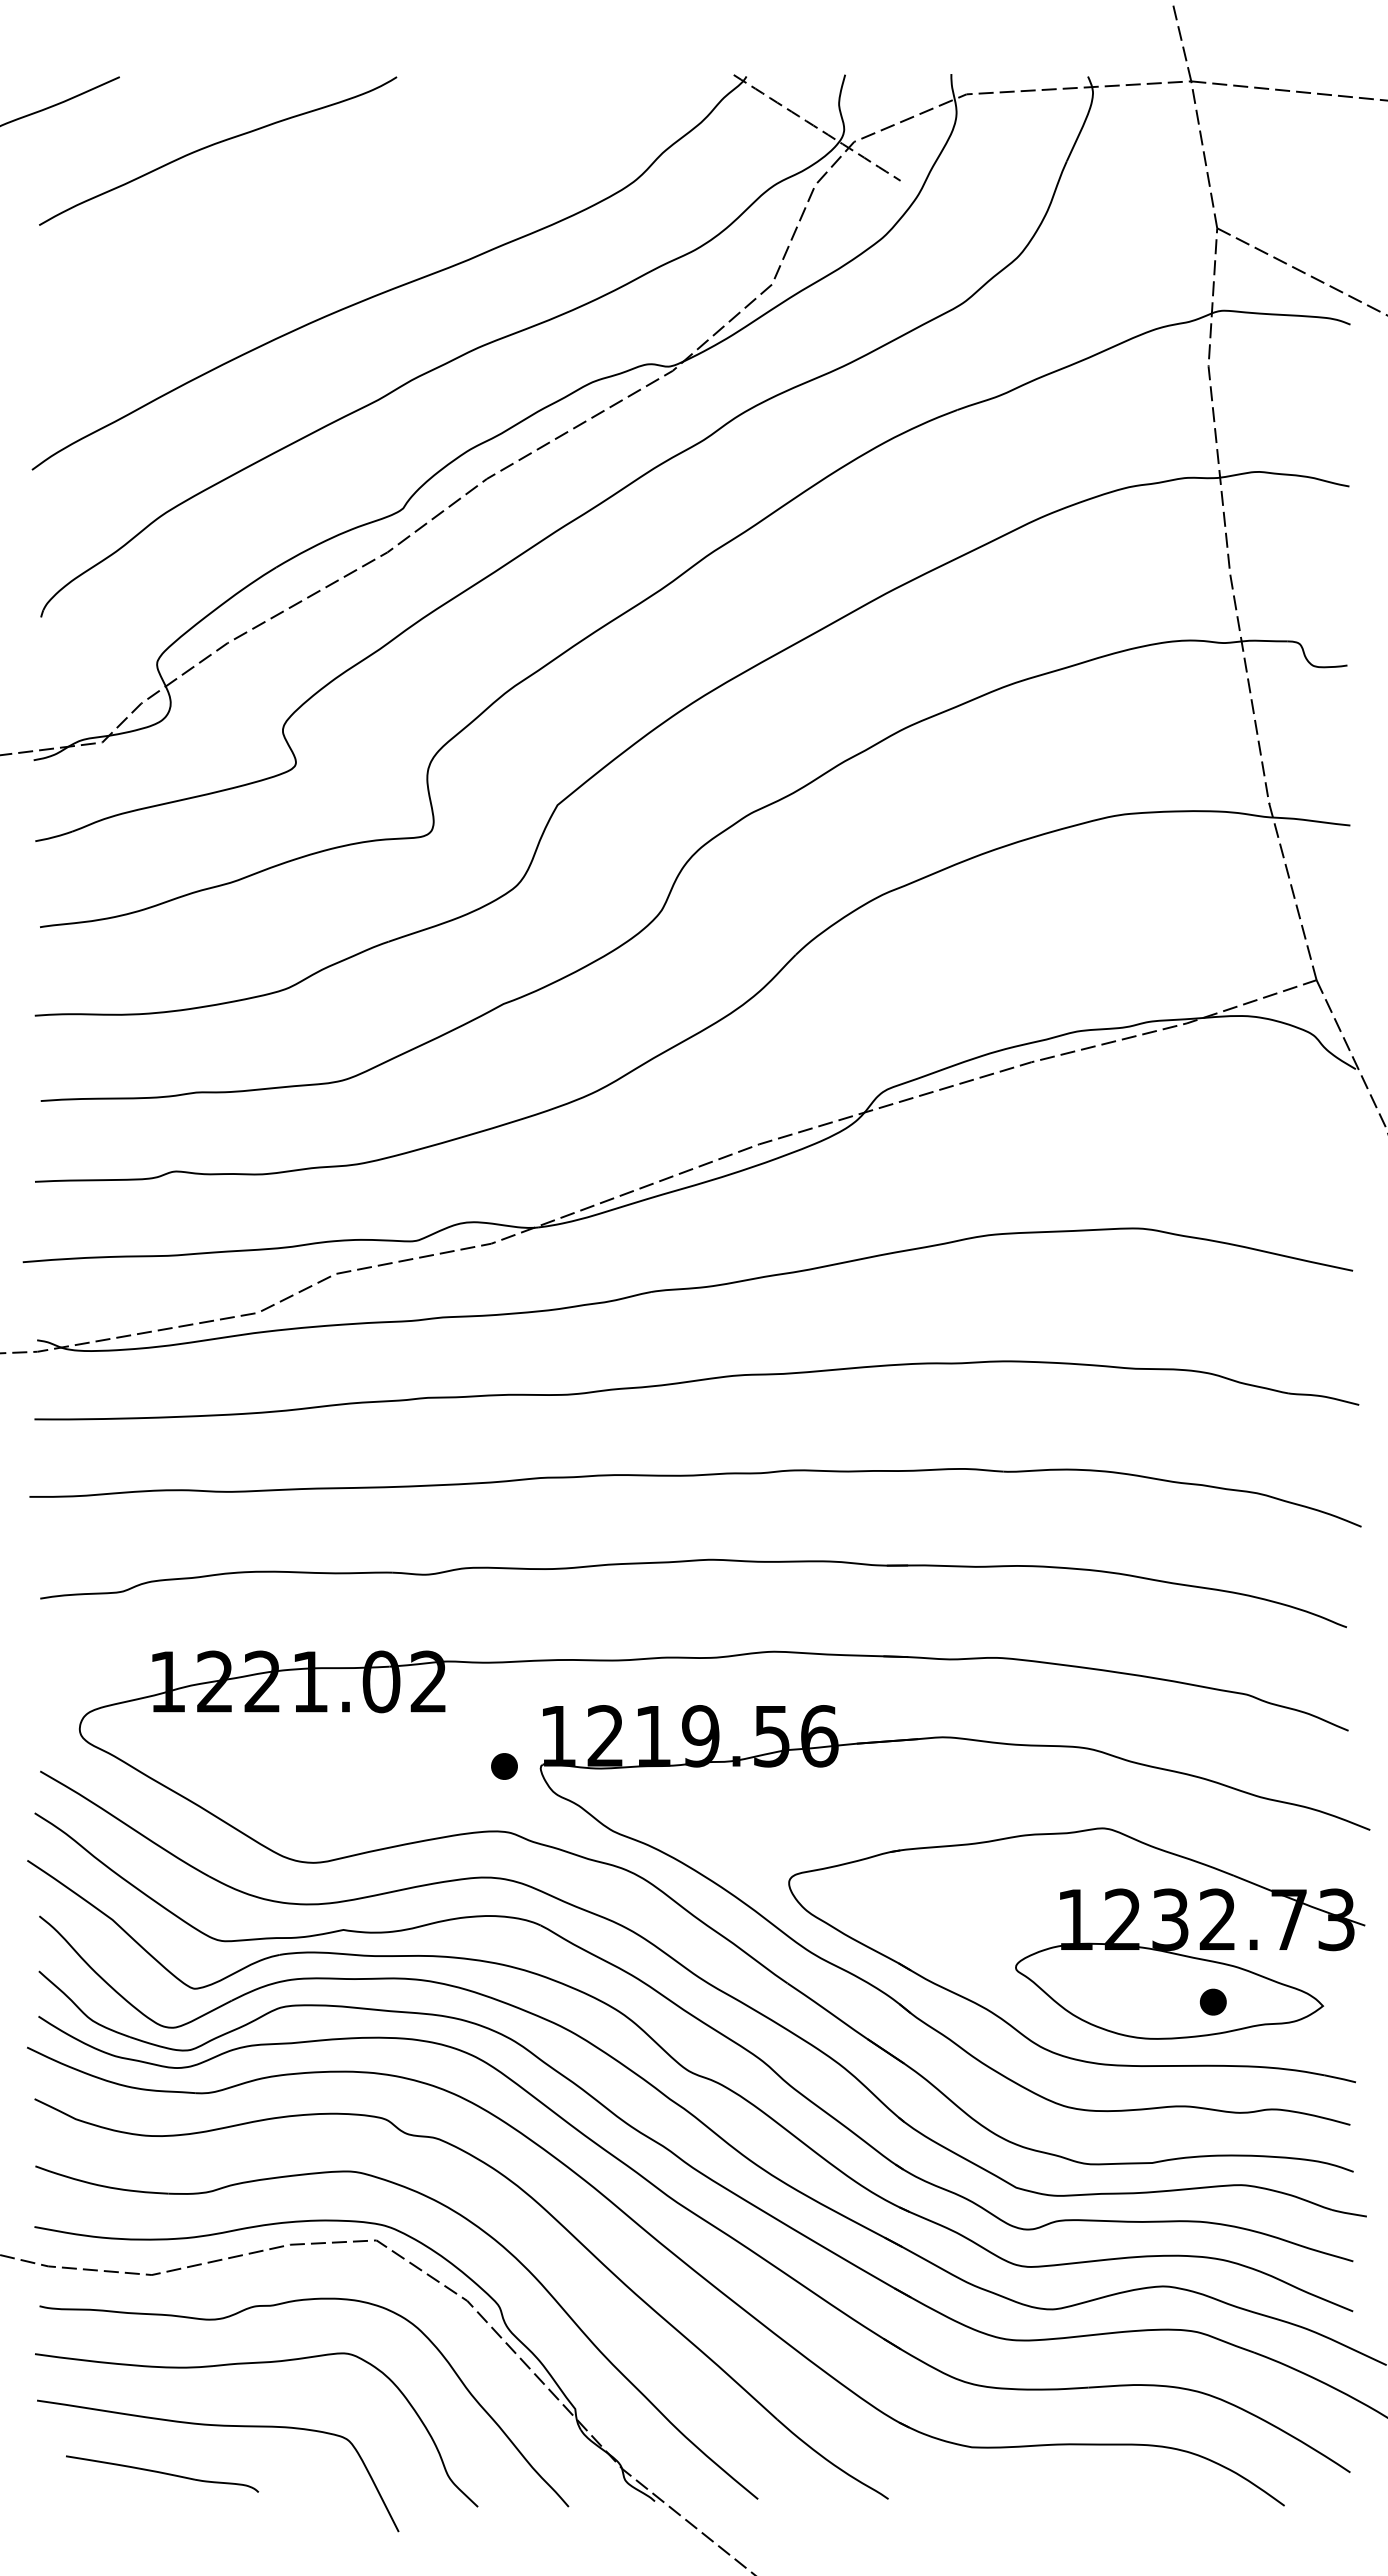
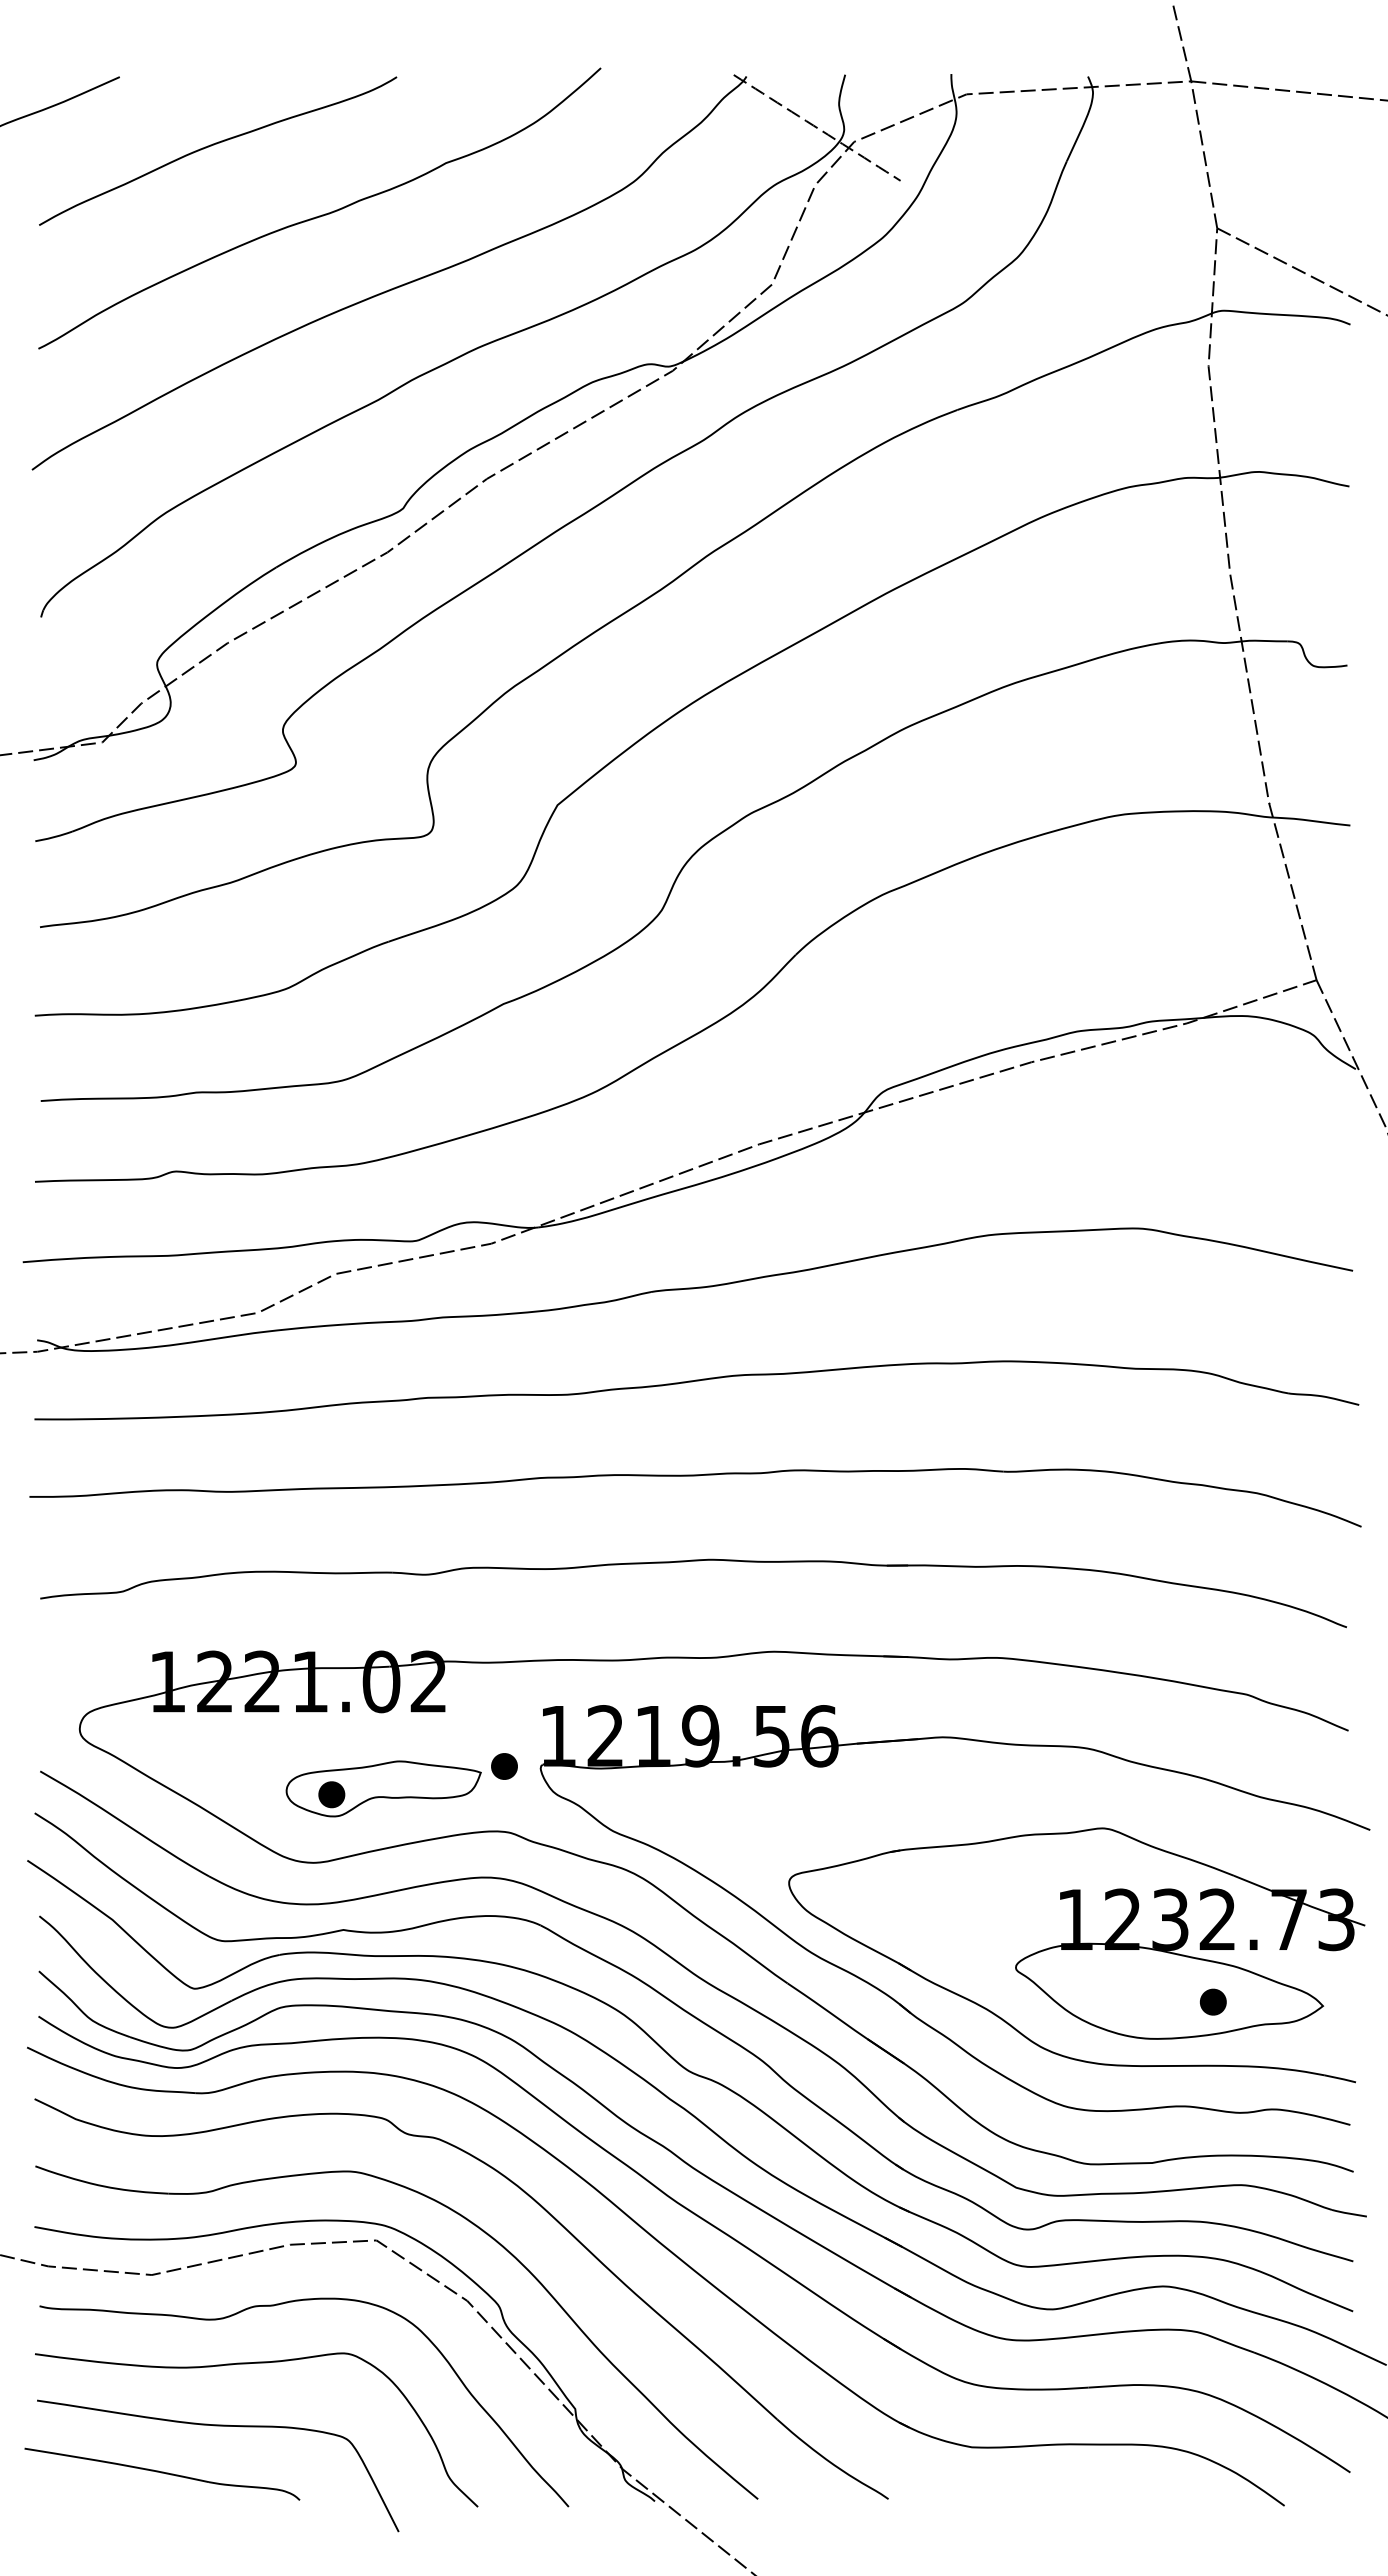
curve at (322, 214): none -> present
part at (383, 1788): none -> present
part at (162, 2473) size: 194x38 px -> 277x54 px
